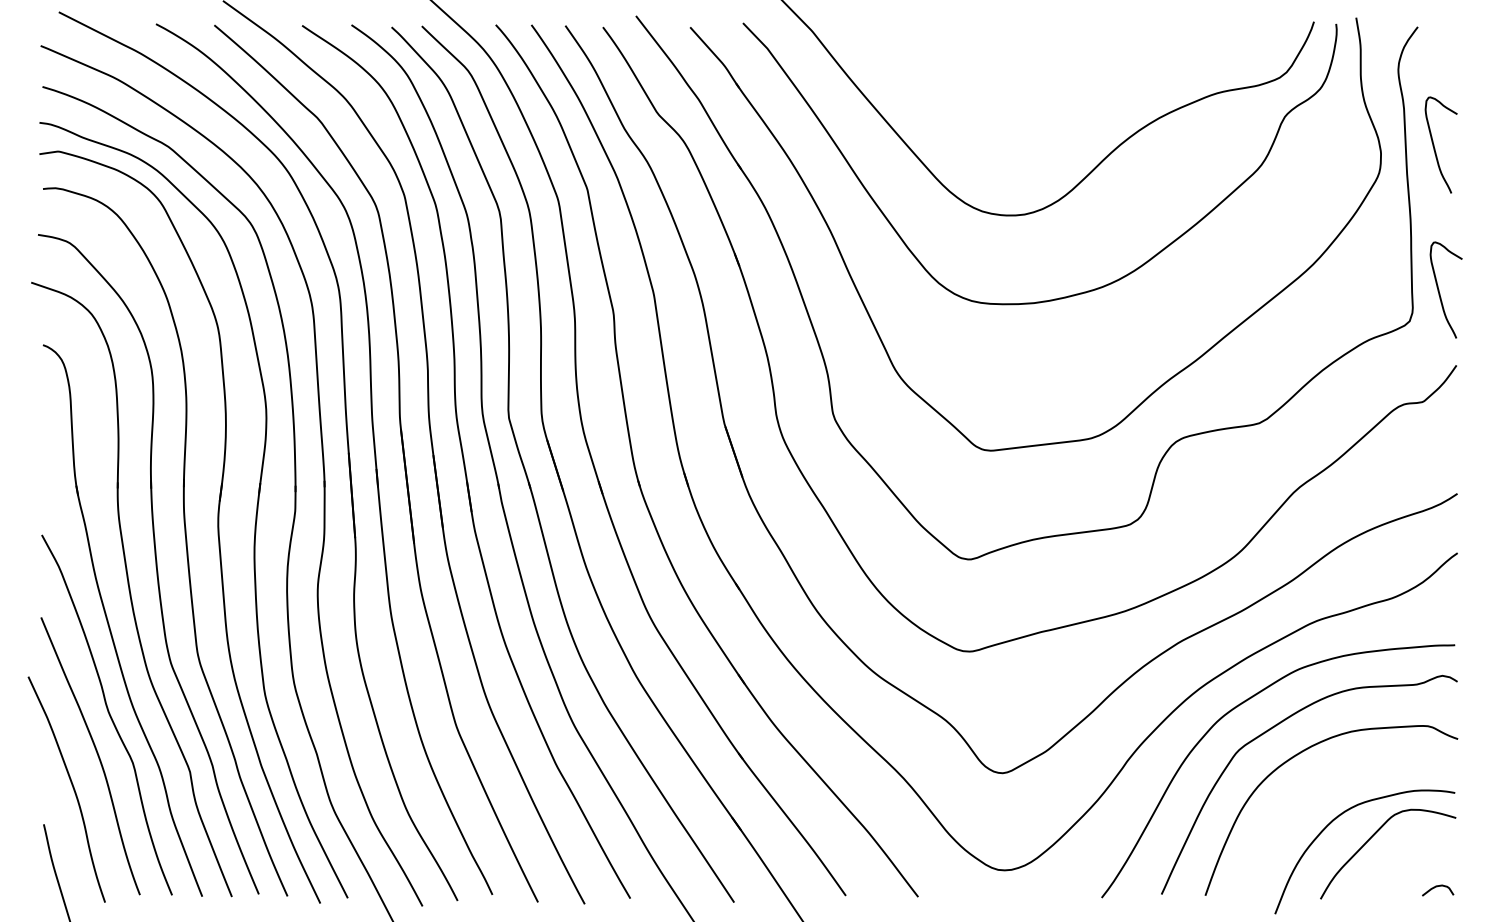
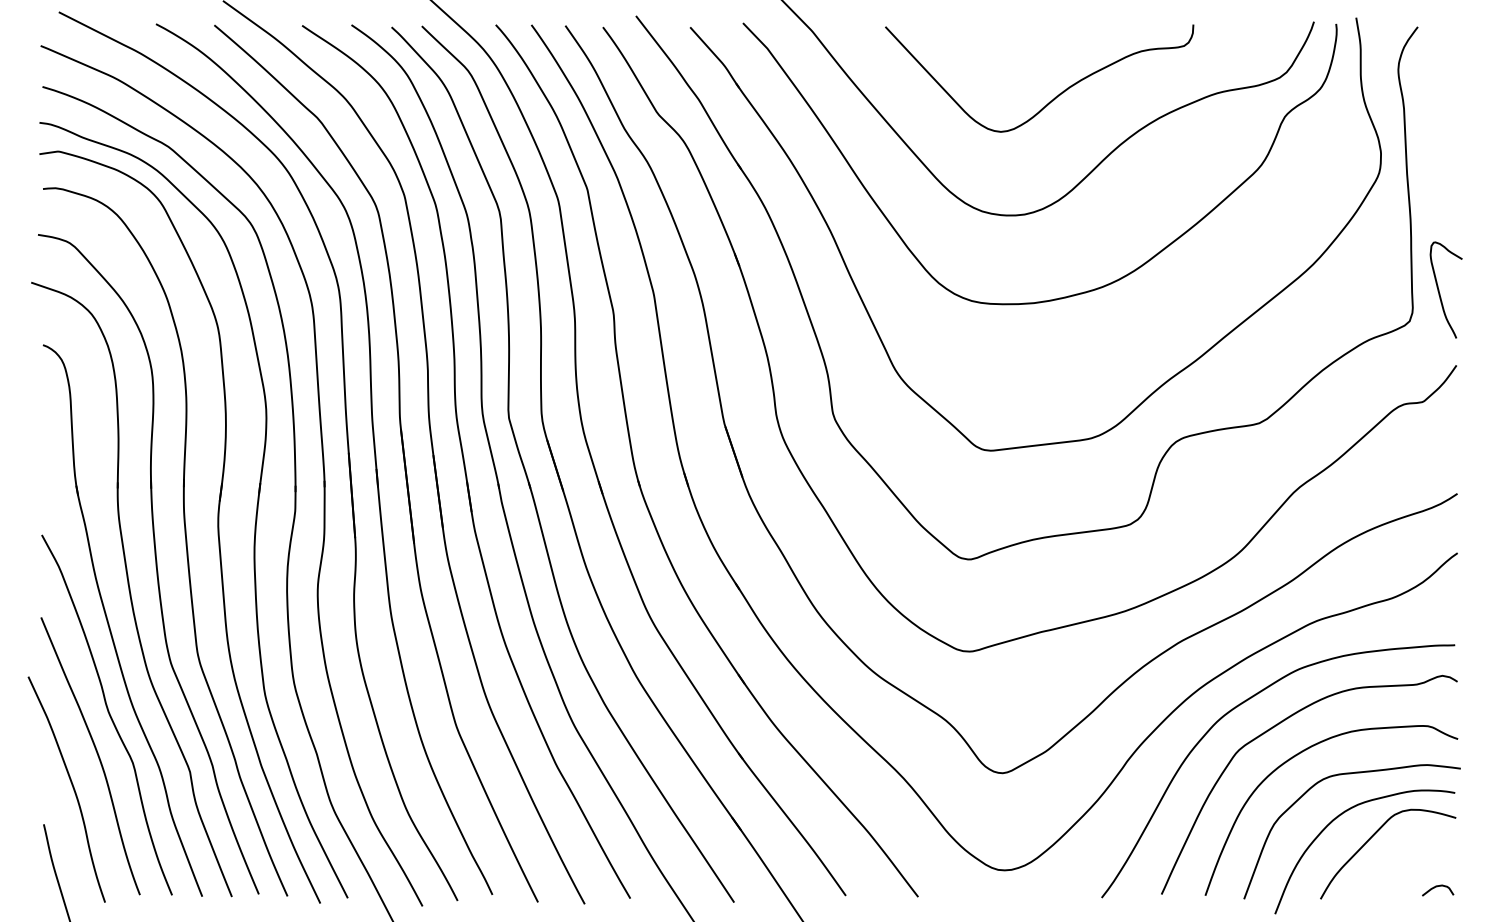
curve at (1055, 96): none -> present
curve at (1434, 144): present -> none
curve at (1341, 775): none -> present
